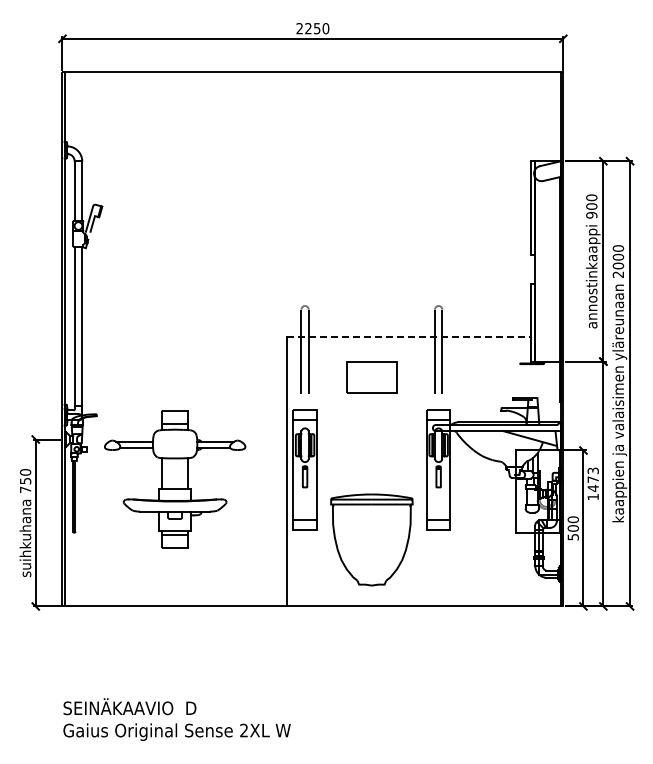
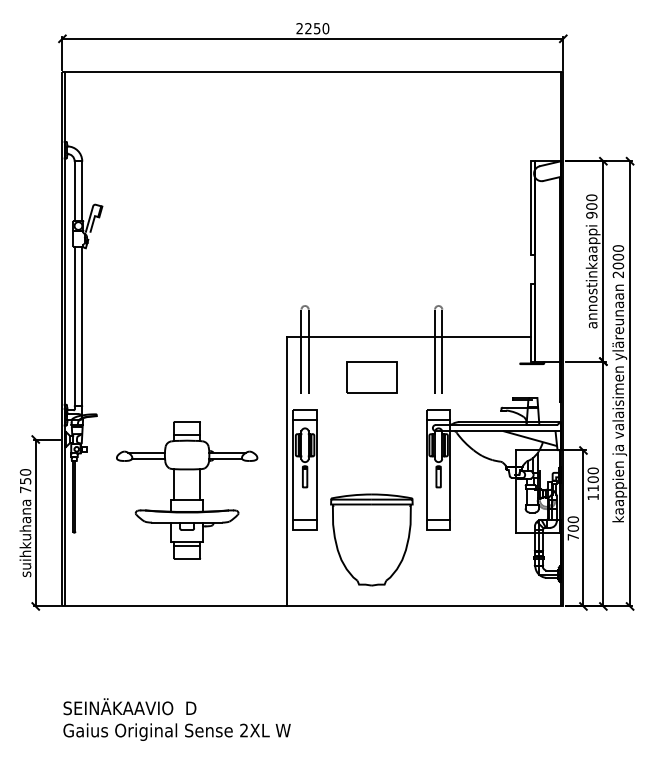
line at (409, 337): dashed -> solid
part at (175, 479) position: (175, 479) -> (187, 490)
text at (592, 479): 1473 -> 1100
text at (572, 537): 500 -> 700
